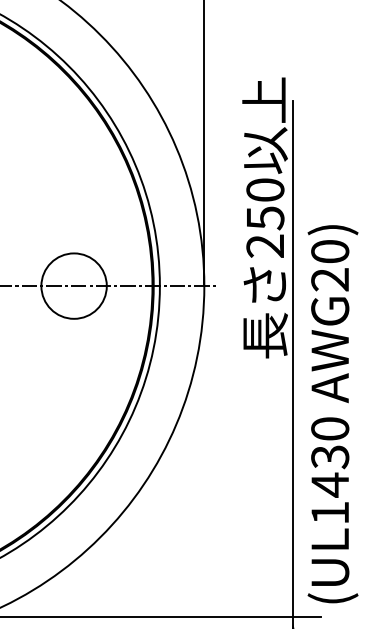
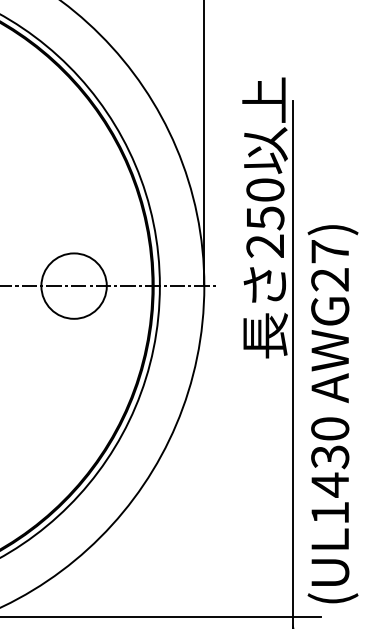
text at (330, 251): AWG20) -> AWG27)
